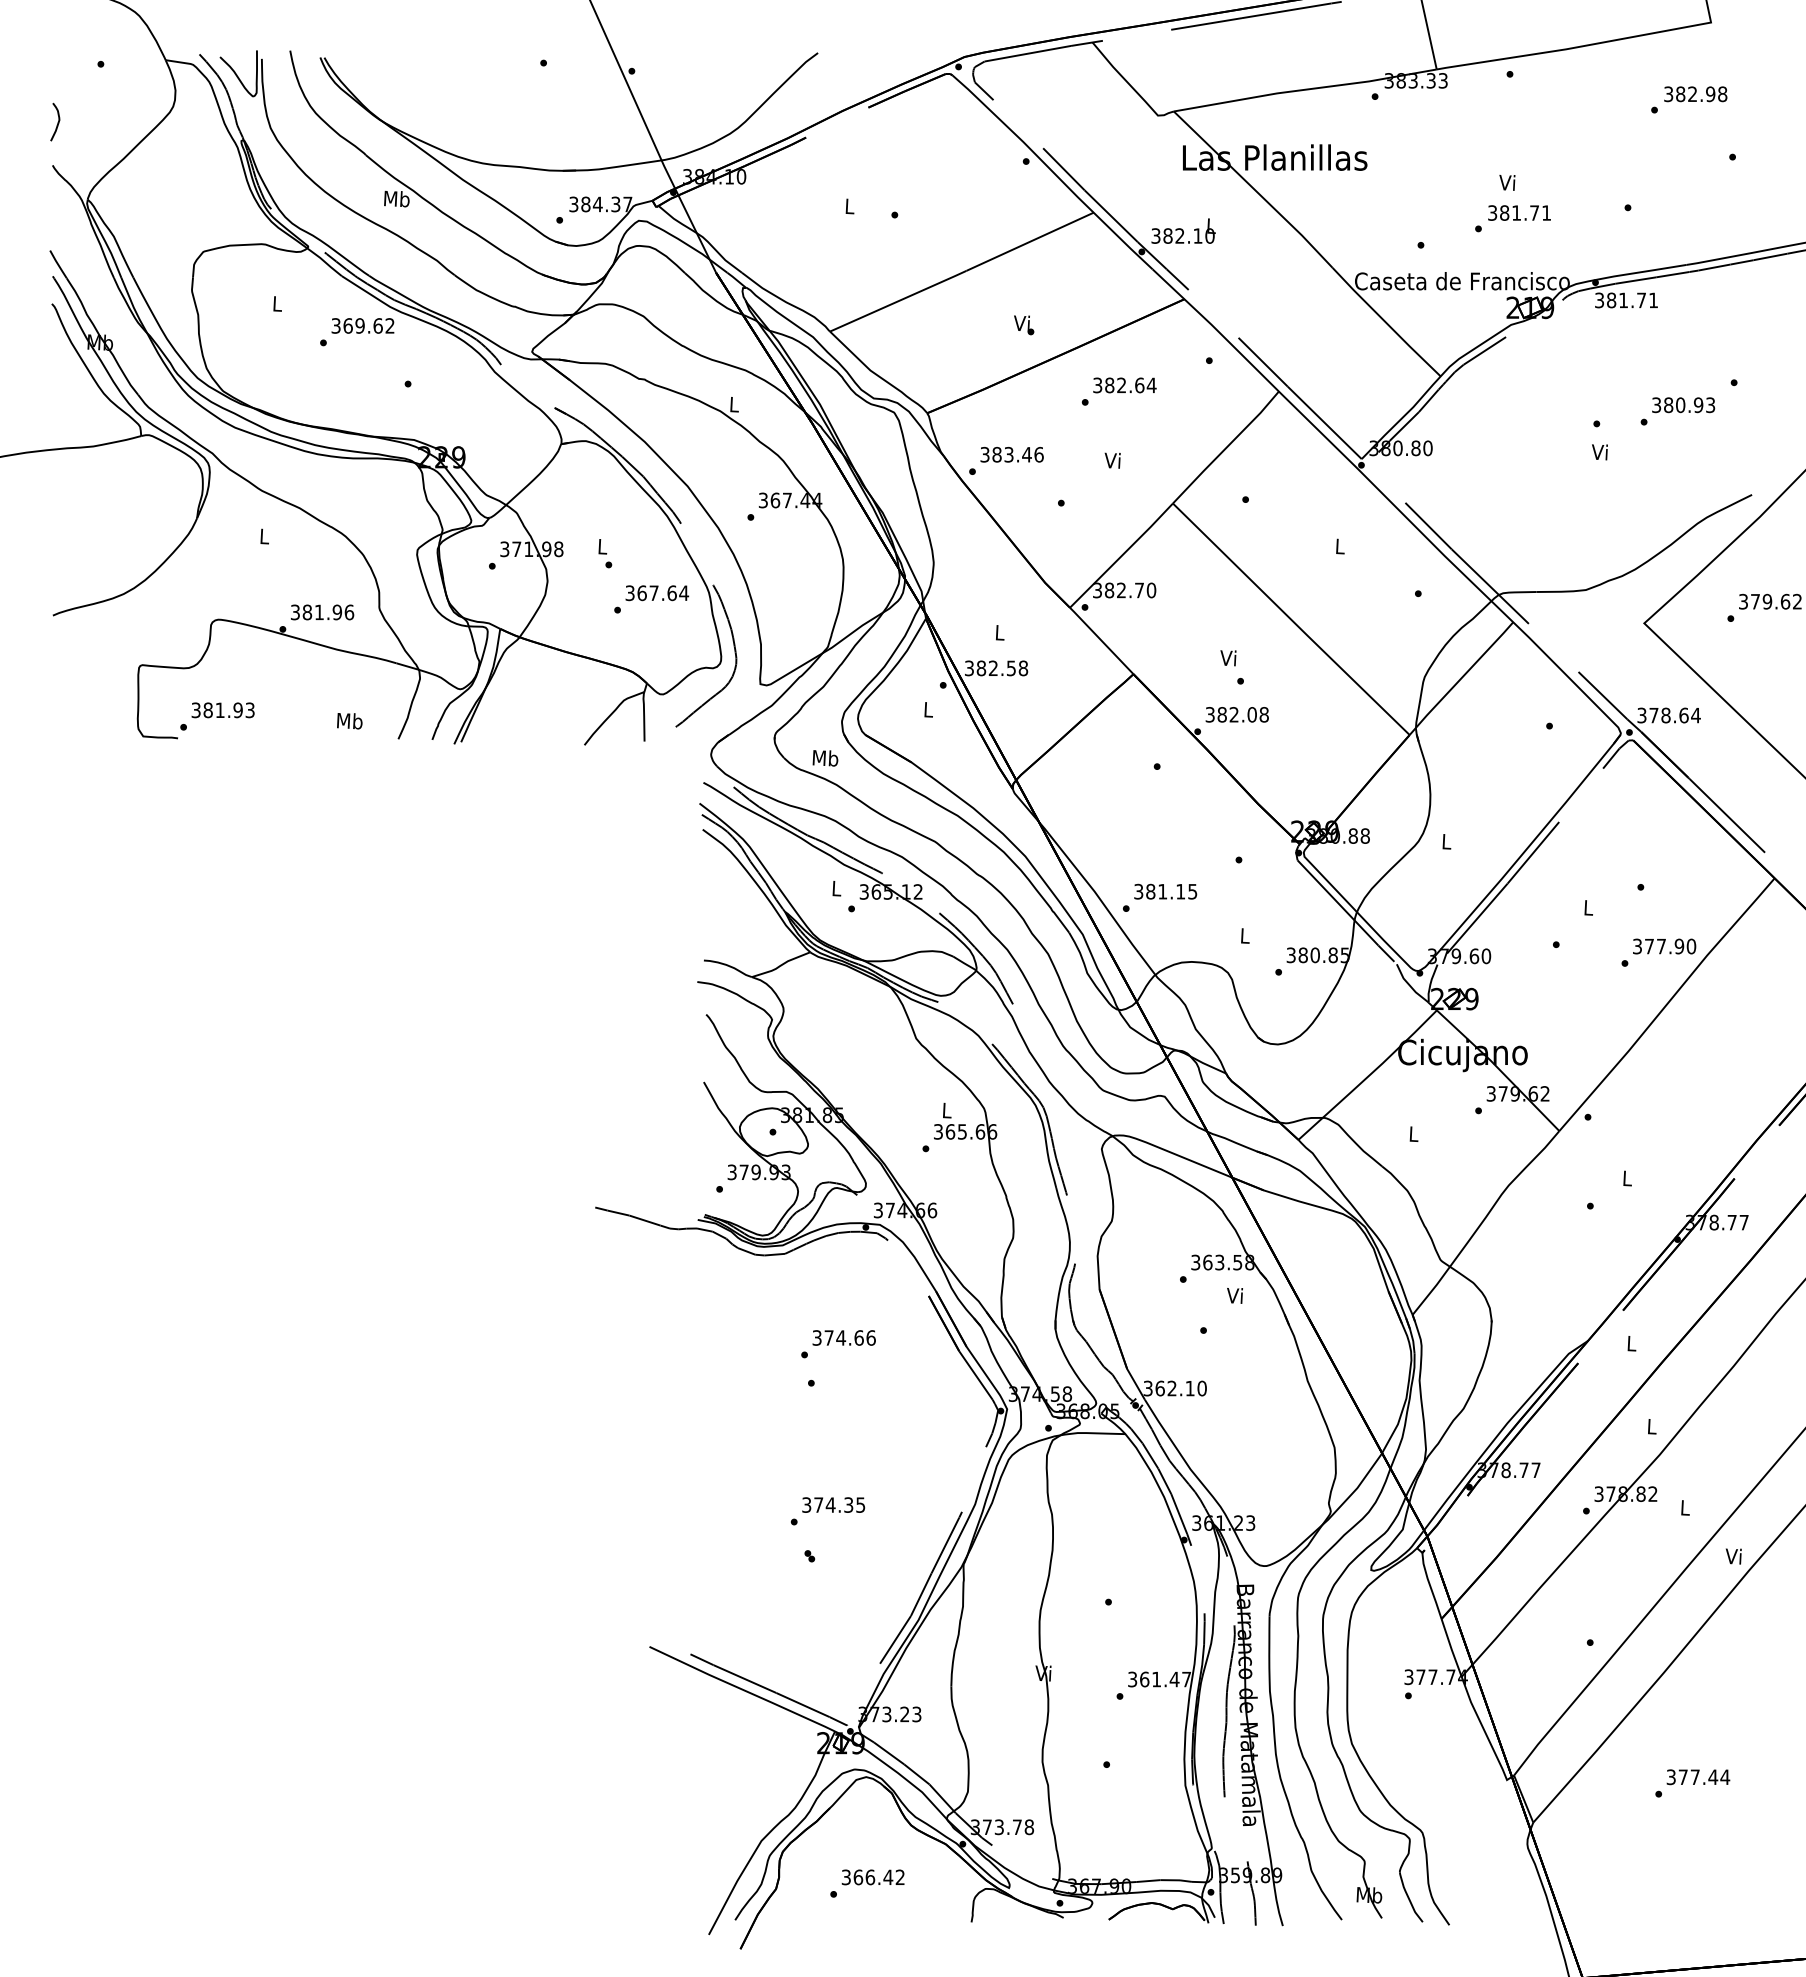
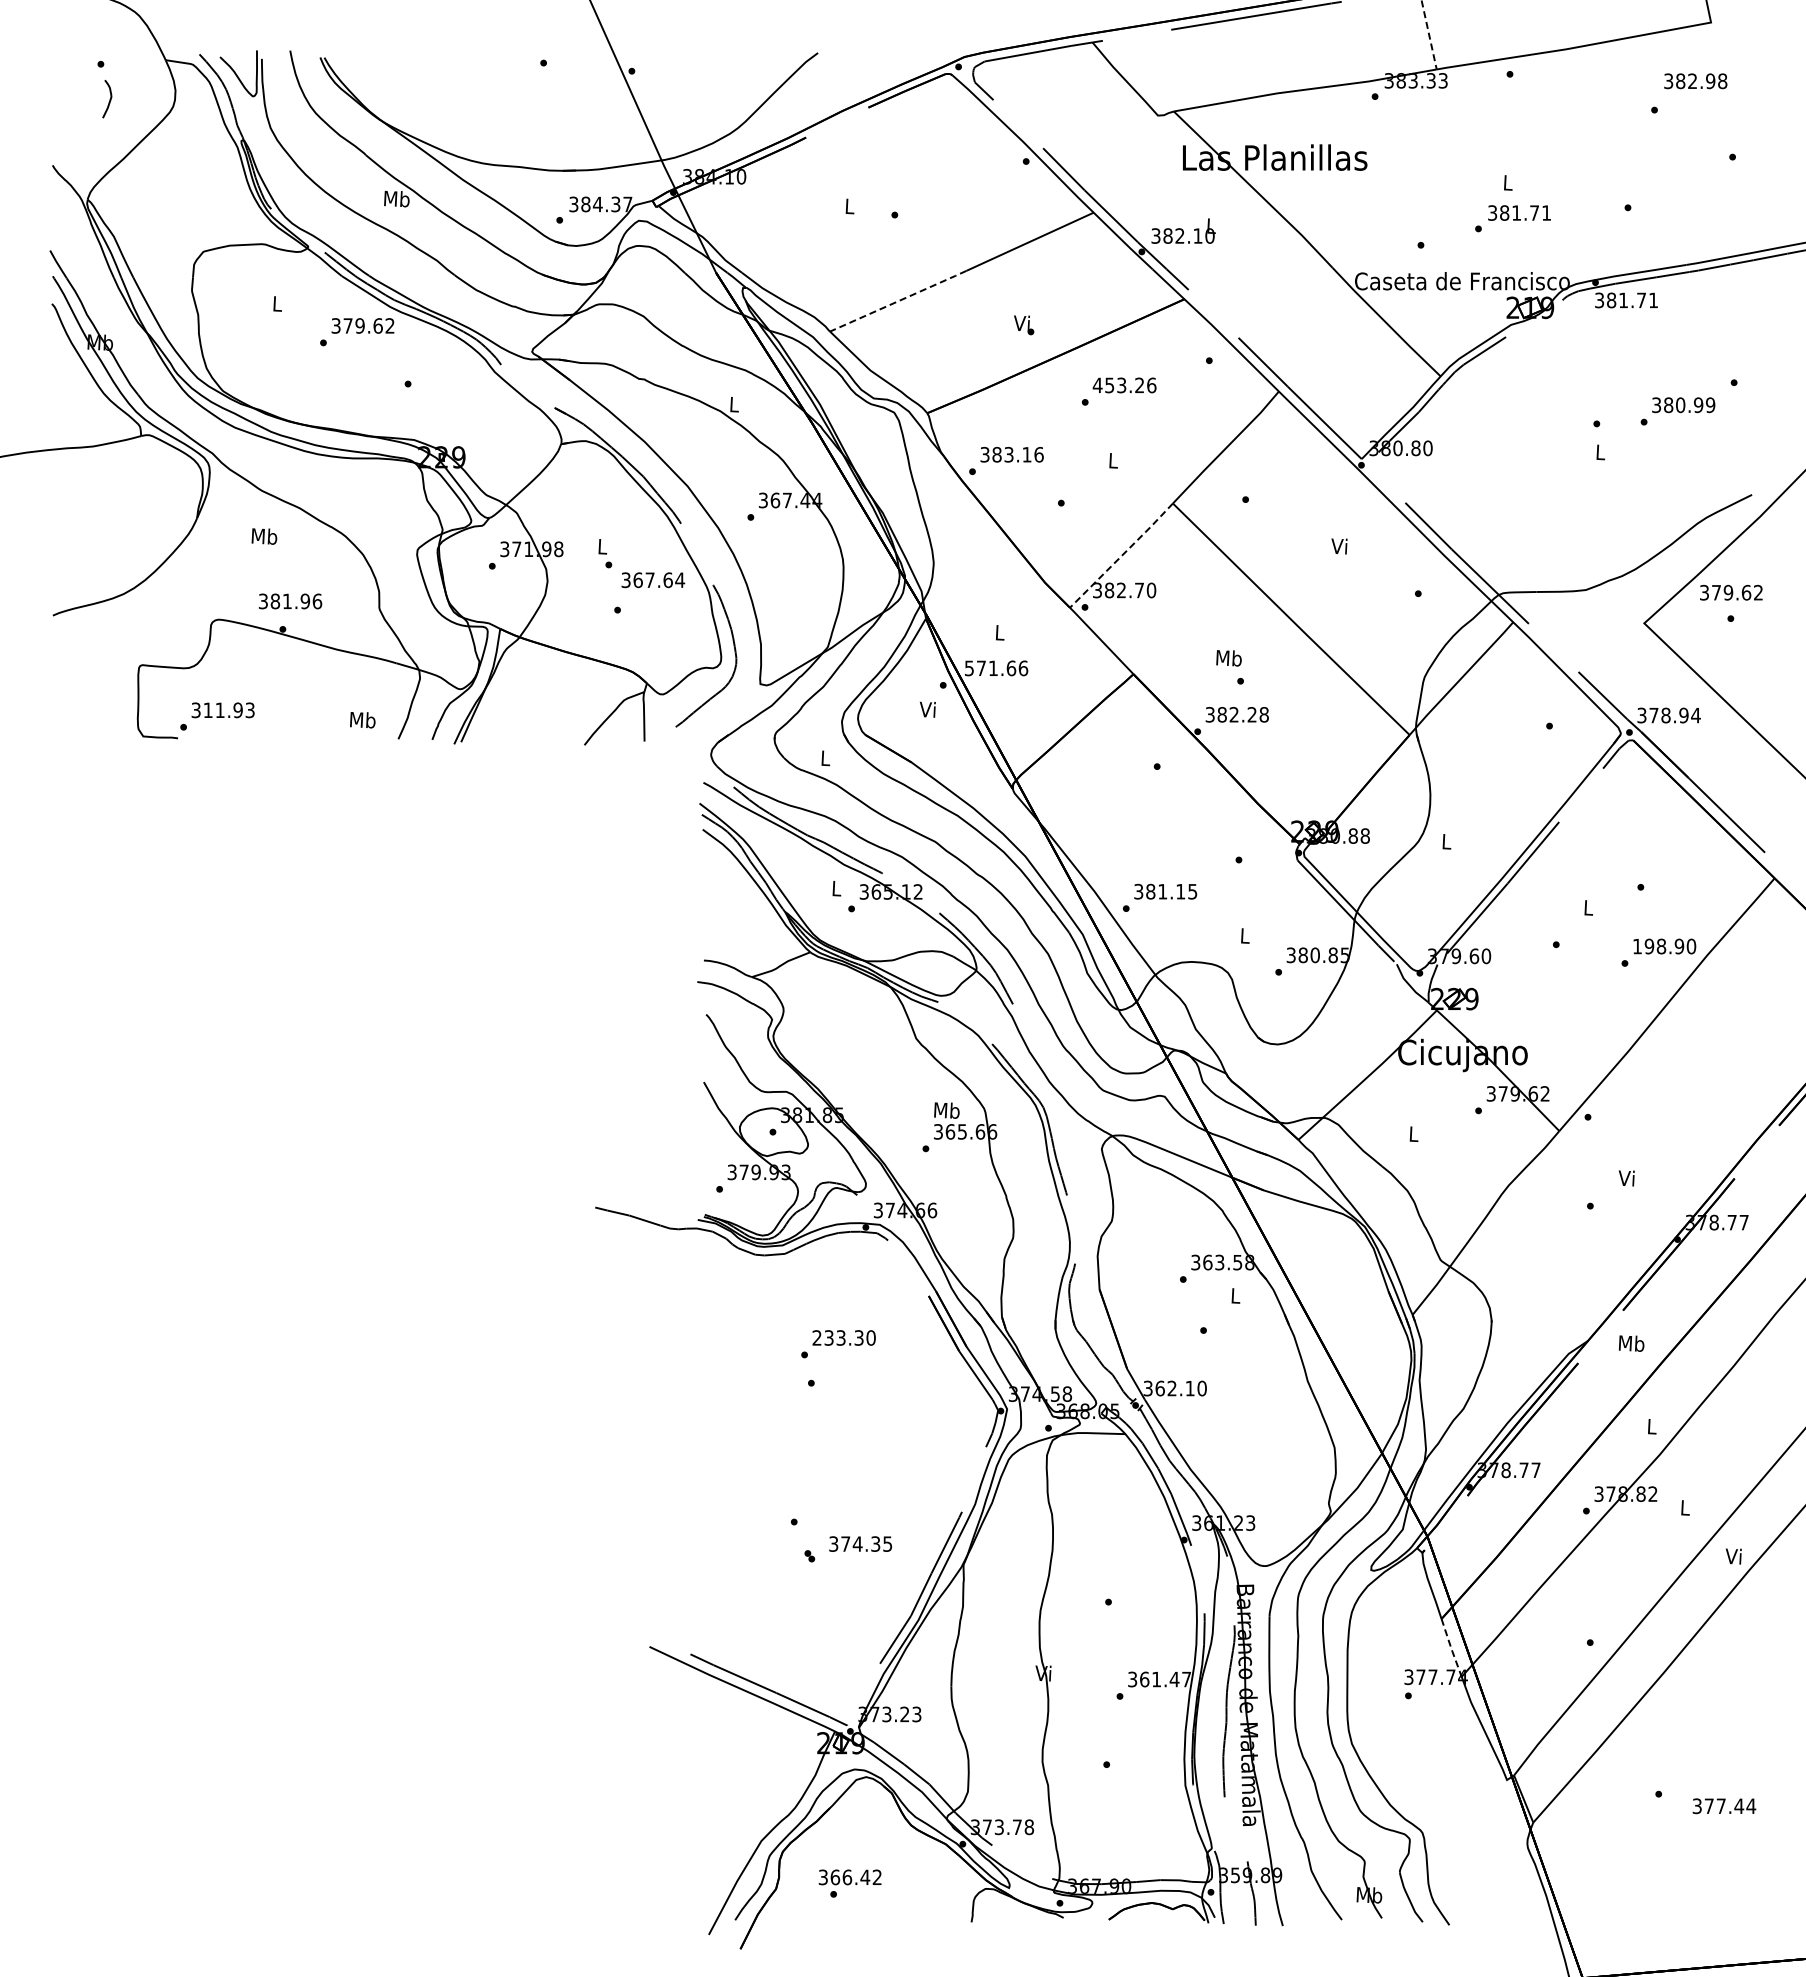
line at (1429, 35): solid -> dashed
text at (1695, 94) position: (1695, 94) -> (1695, 81)
curve at (57, 122) position: (57, 122) -> (109, 99)
text at (1507, 182): Vi -> L
line at (898, 301): solid -> dashed
text at (347, 325): 369.62 -> 379.62
text at (1124, 385): 382.64 -> 453.26
text at (1710, 404): 380.93 -> 380.99
text at (1599, 452): Vi -> L
text at (1026, 454): 383.46 -> 383.16
text at (1112, 460): Vi -> L
text at (264, 536): L -> Mb
text at (1339, 546): L -> Vi
line at (1121, 555): solid -> dashed
text at (657, 593) position: (657, 593) -> (653, 580)
text at (1770, 601) position: (1770, 601) -> (1731, 592)
text at (322, 612) position: (322, 612) -> (290, 601)
text at (1228, 658): Vi -> Mb
text at (996, 668): 382.58 -> 571.66
text at (927, 709): L -> Vi
text at (207, 710): 381.93 -> 311.93
text at (1251, 714): 382.08 -> 382.28
text at (1683, 715): 378.64 -> 378.94
text at (349, 721) position: (349, 721) -> (362, 720)
text at (825, 758): Mb -> L
text at (1649, 946): 377.90 -> 198.90
text at (946, 1110): L -> Mb
text at (1626, 1178): L -> Vi
text at (1235, 1295): Vi -> L
text at (843, 1337): 374.66 -> 233.30
text at (1631, 1343): L -> Mb
text at (833, 1504) position: (833, 1504) -> (860, 1543)
line at (1451, 1648): solid -> dashed
text at (1698, 1777) position: (1698, 1777) -> (1724, 1806)
text at (872, 1877) position: (872, 1877) -> (849, 1877)
